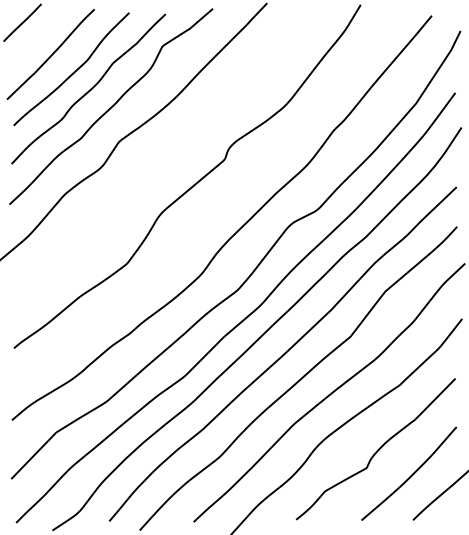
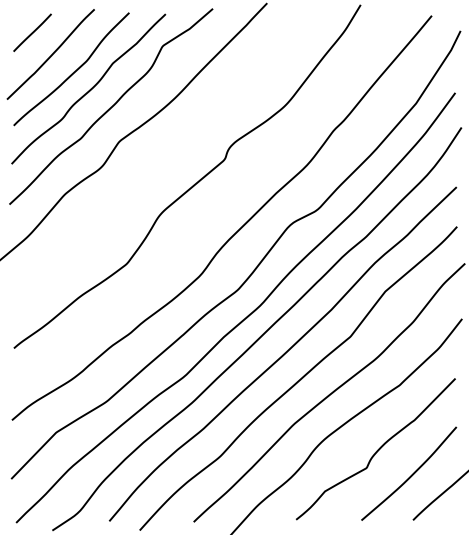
line at (22, 22) position: (22, 22) -> (32, 32)
